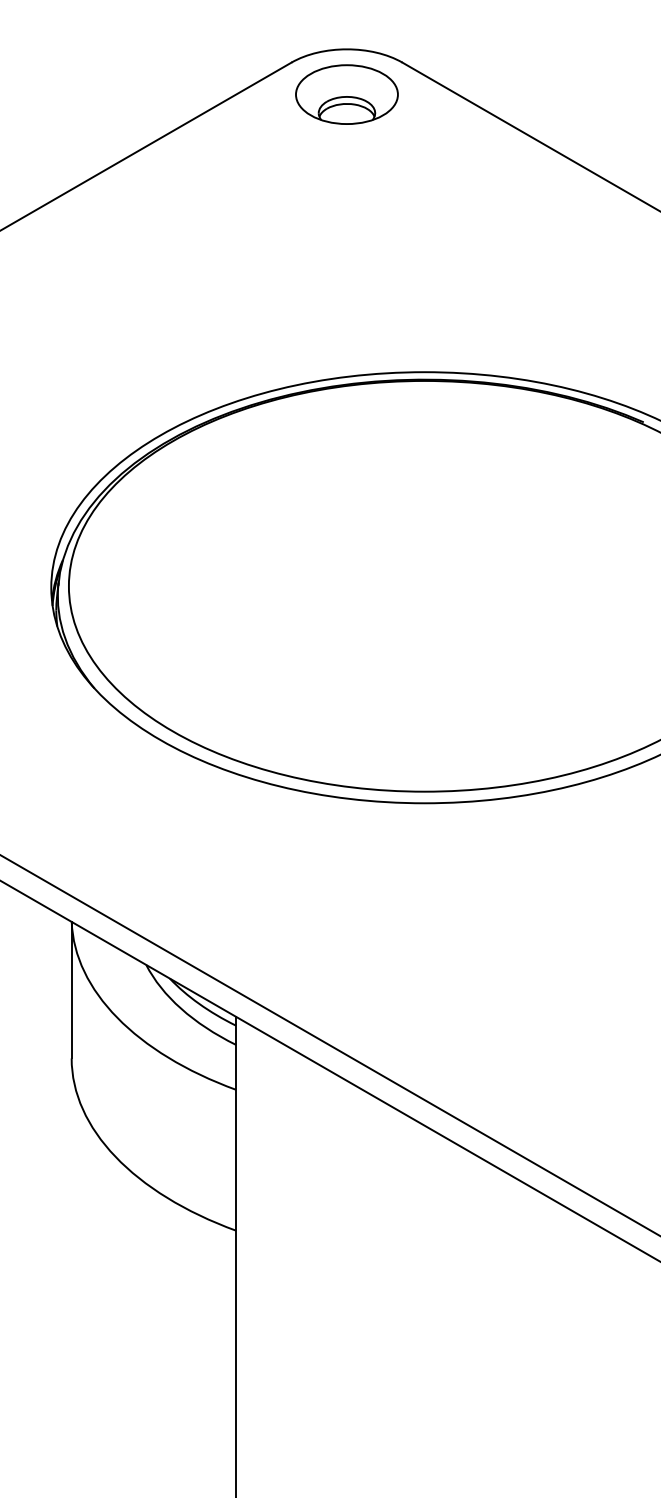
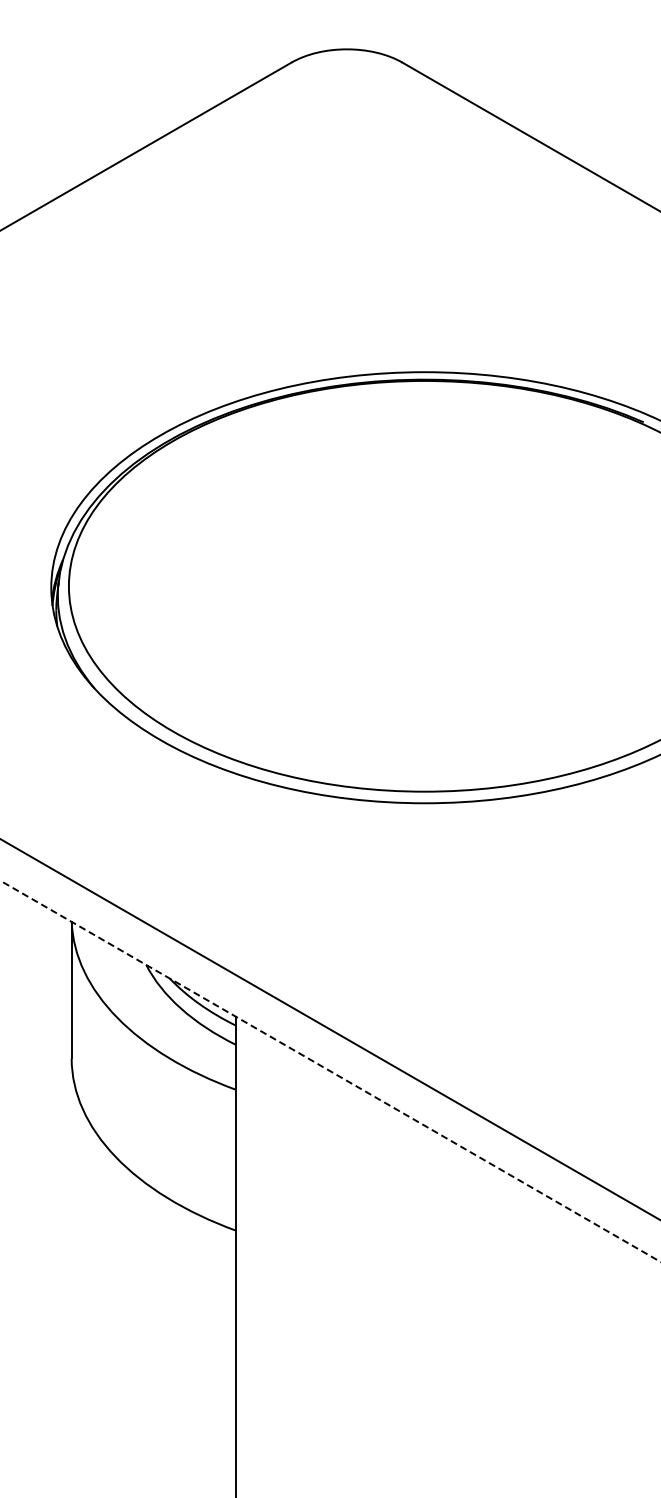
part at (346, 94): present -> none
line at (329, 1045) position: (329, 1045) -> (329, 1029)
line at (330, 1071): solid -> dashed
